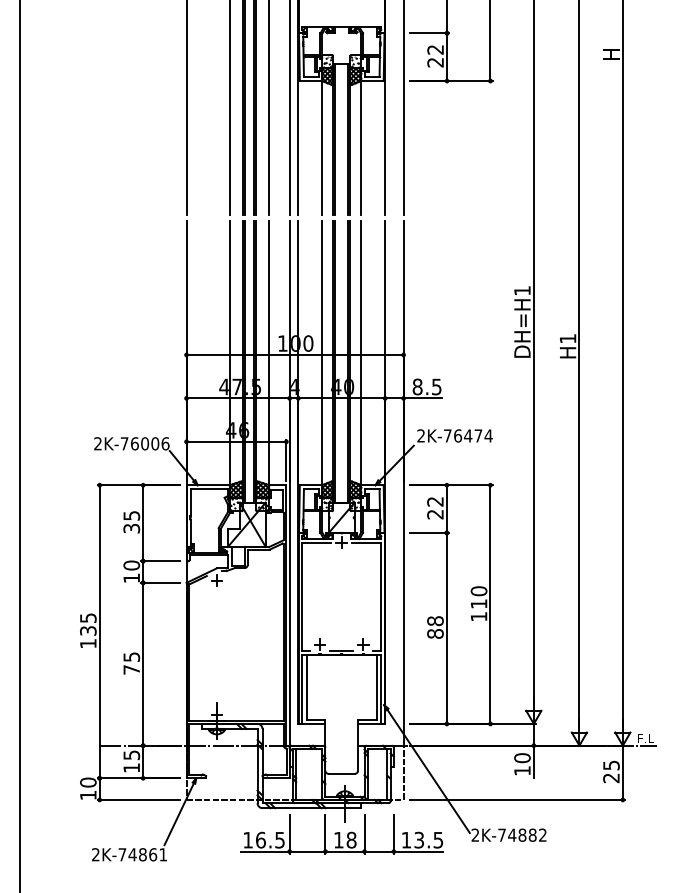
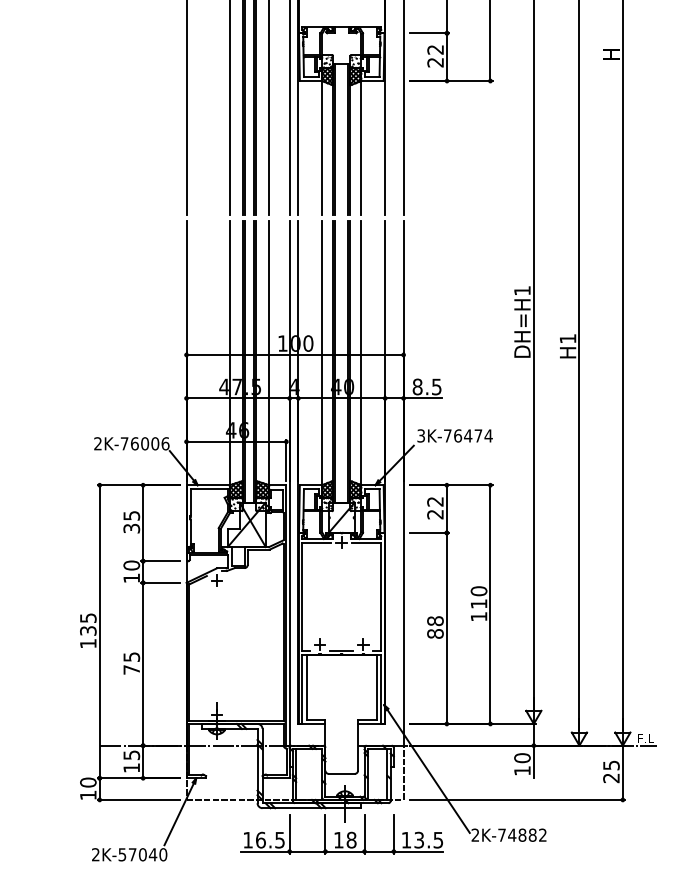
text at (420, 436): 2K-76474 -> 3K-76474
line at (20, 445): present -> none
text at (142, 854): 2K-74861 -> 2K-57040
